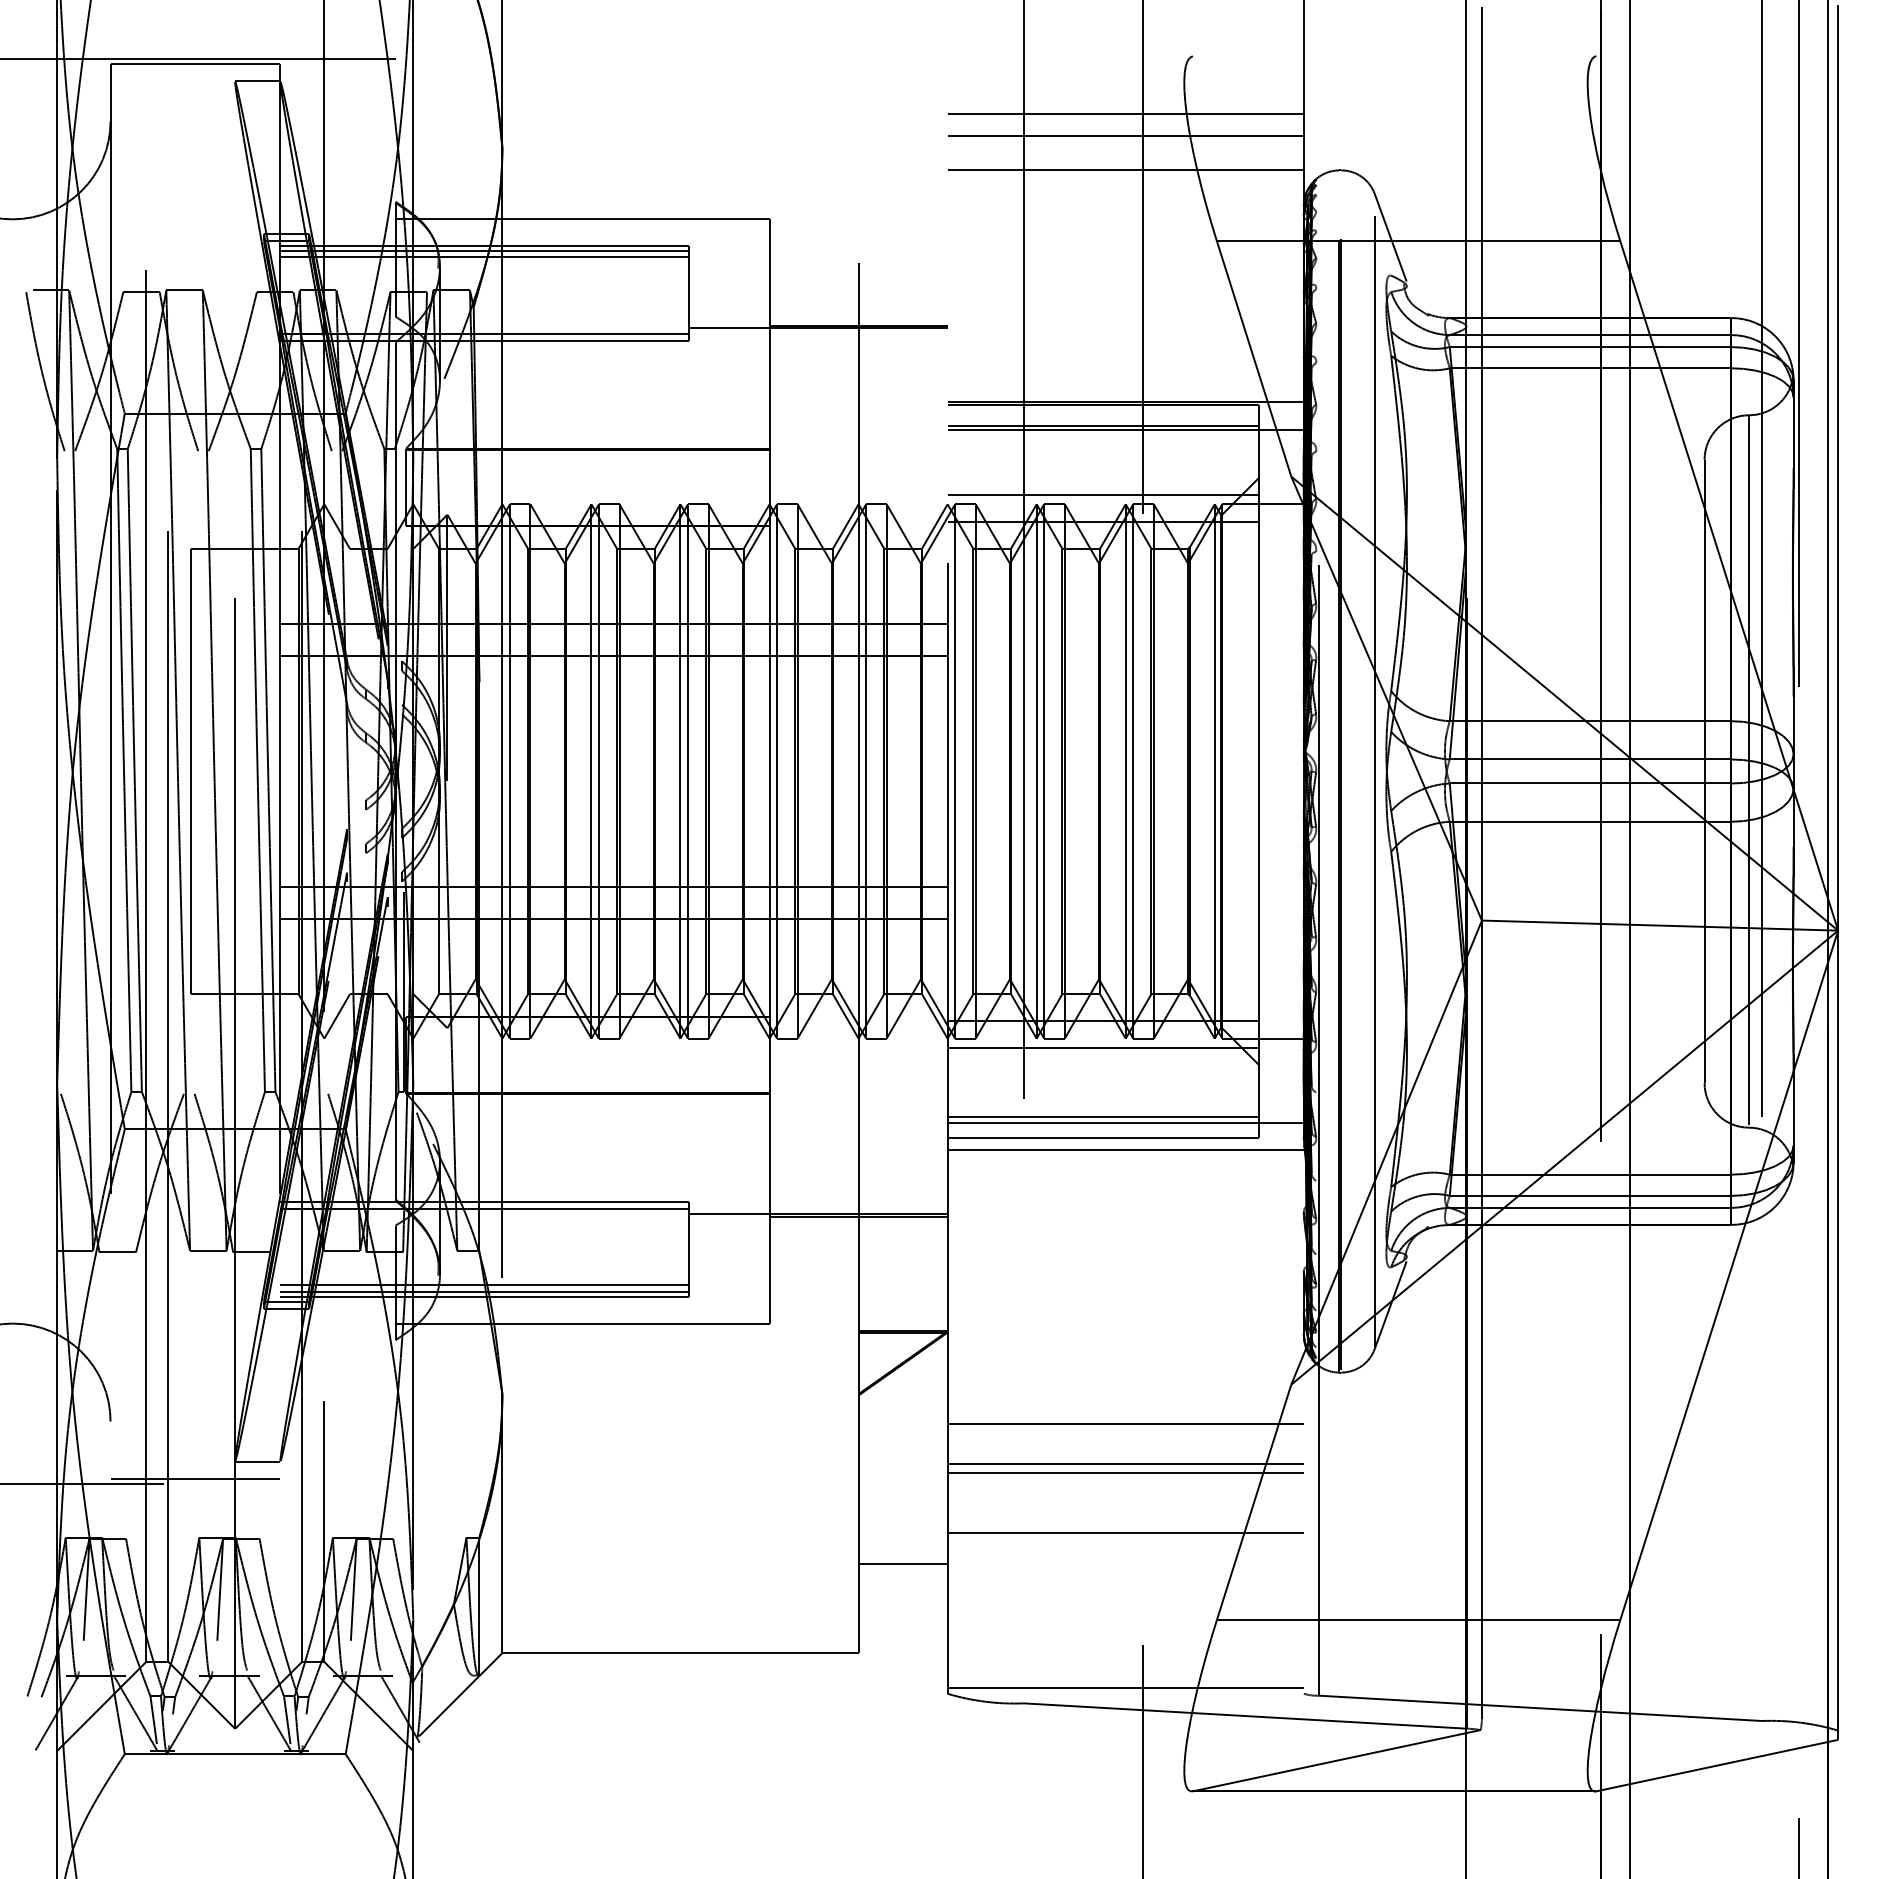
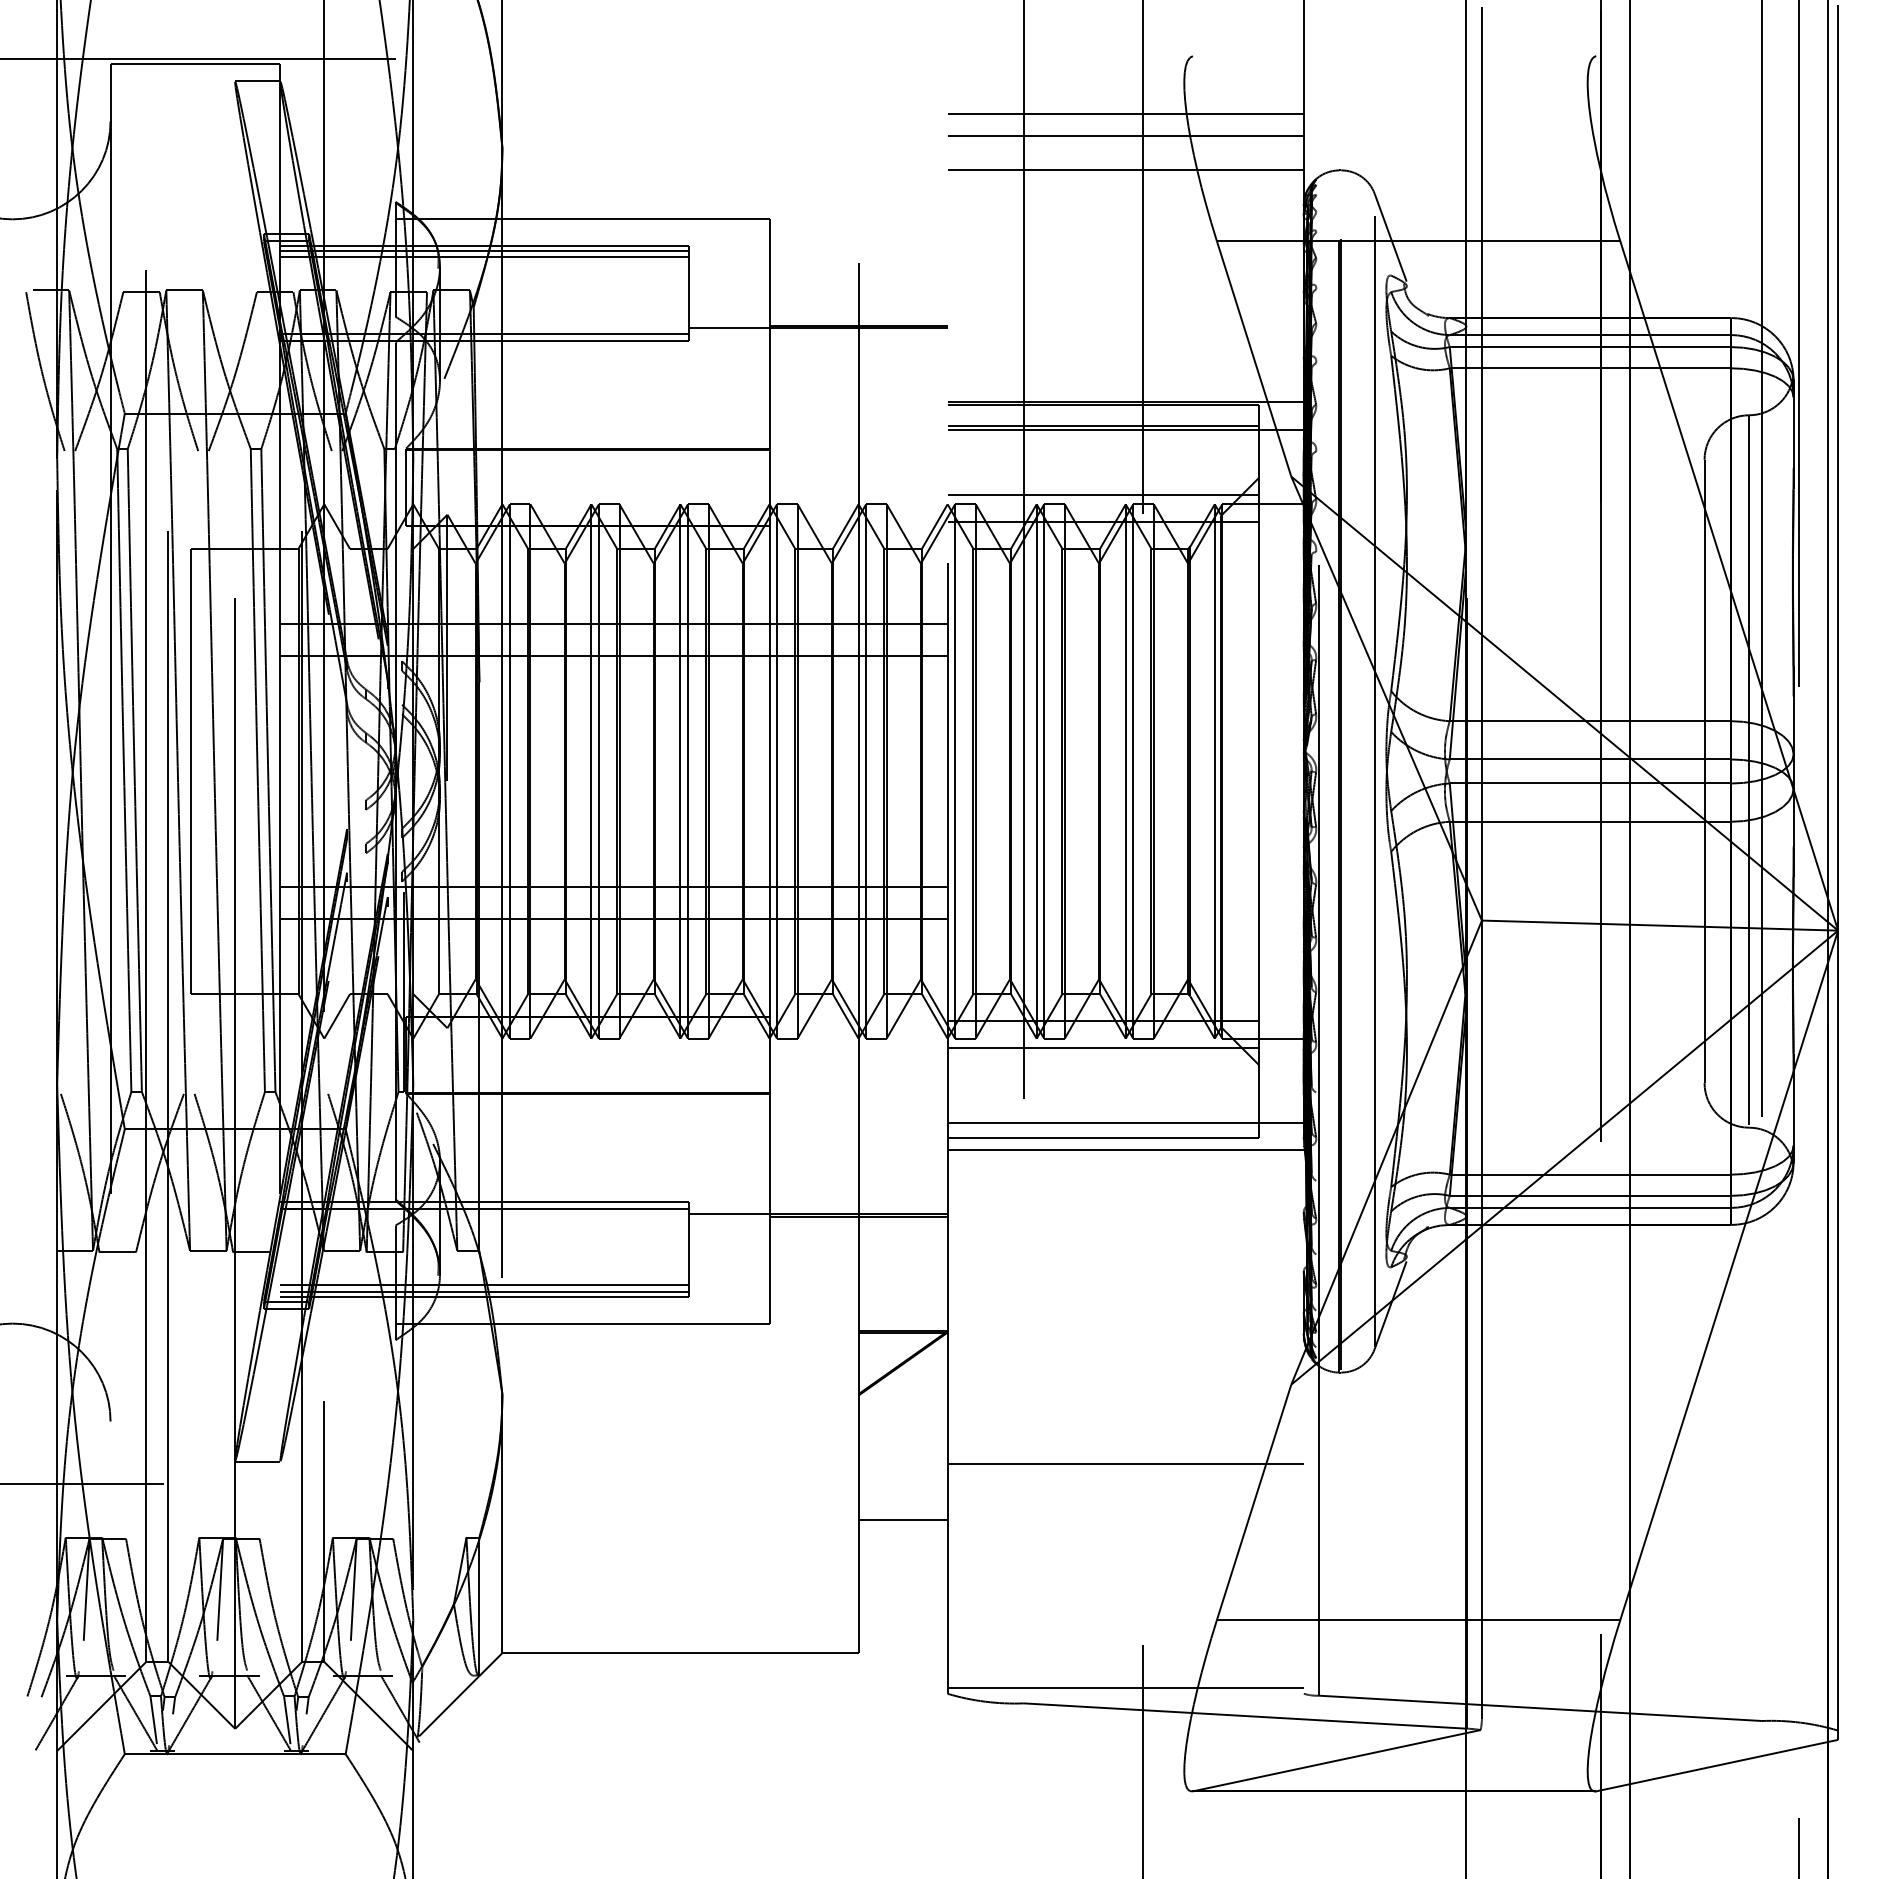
line at (1103, 1117): present -> none
line at (1125, 1423): present -> none
line at (1125, 1472): present -> none
line at (194, 1479): present -> none
line at (1125, 1533): present -> none
line at (902, 1564) position: (902, 1564) -> (902, 1520)
